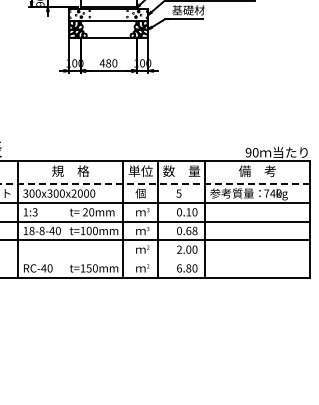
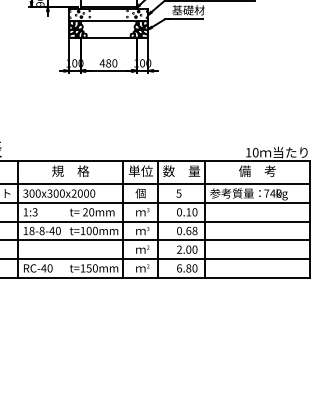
text at (248, 152): 90 -> 10
line at (155, 184): dashed -> solid
line at (156, 259): none -> present
